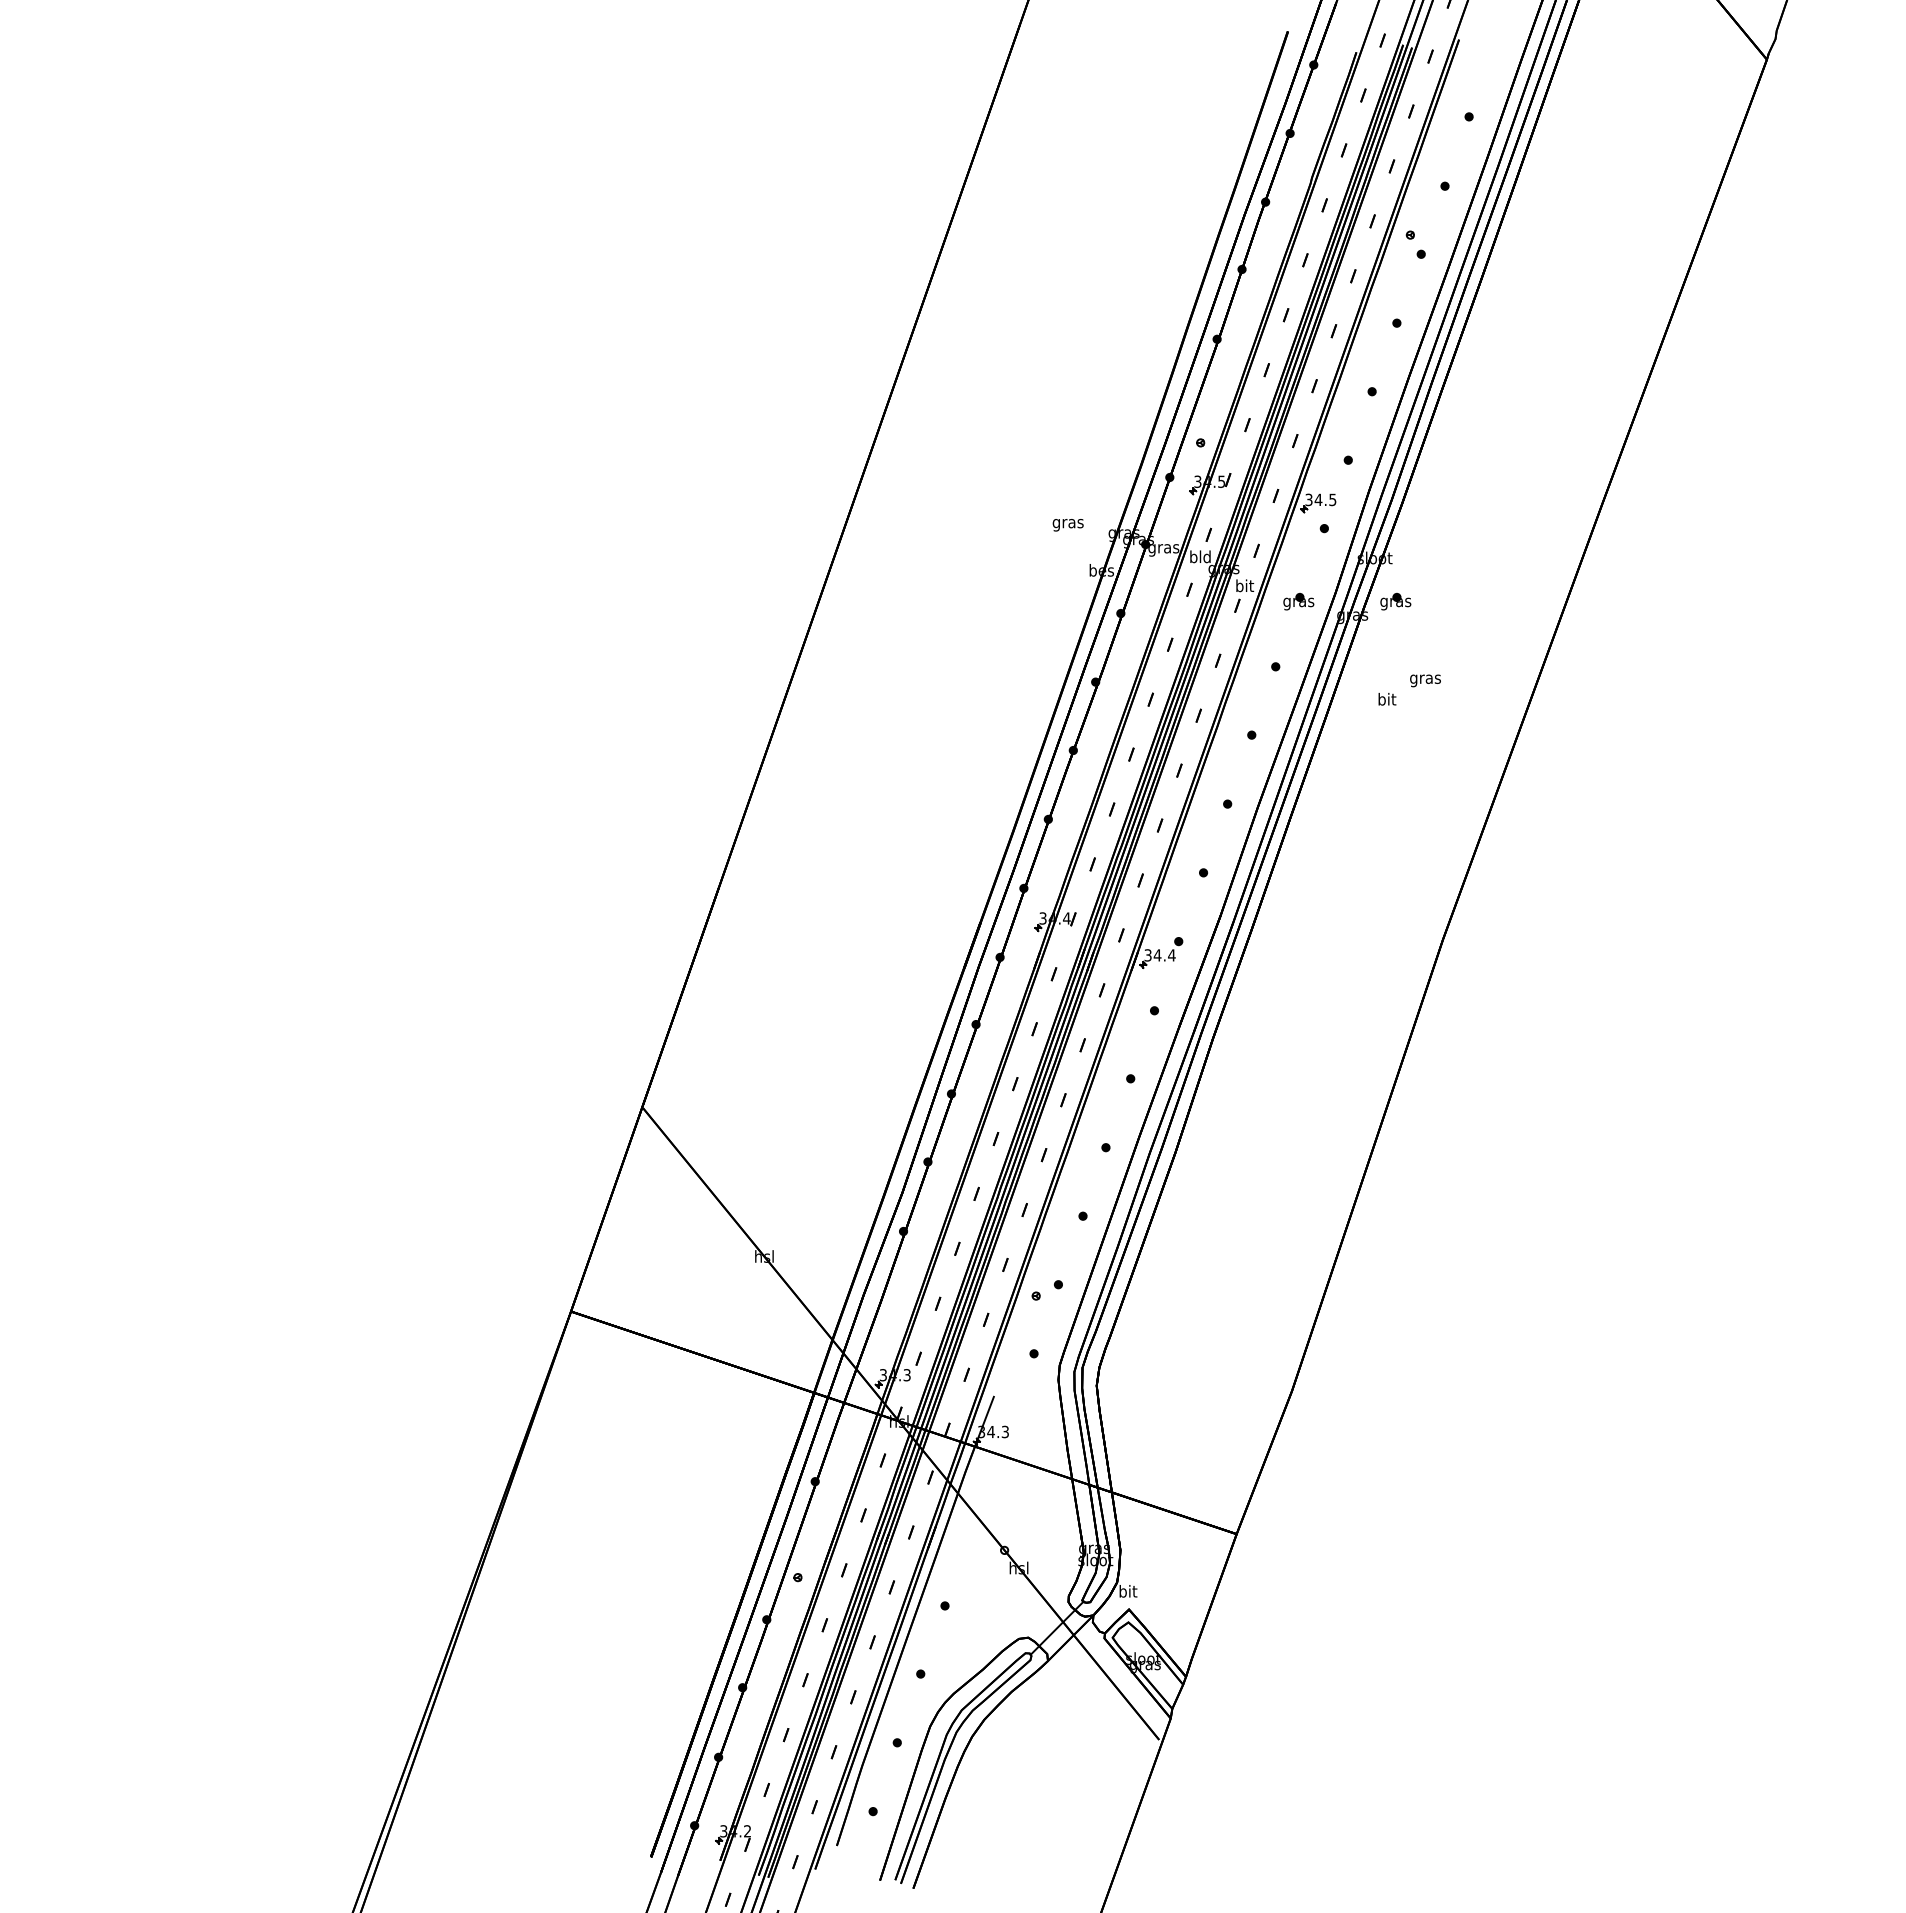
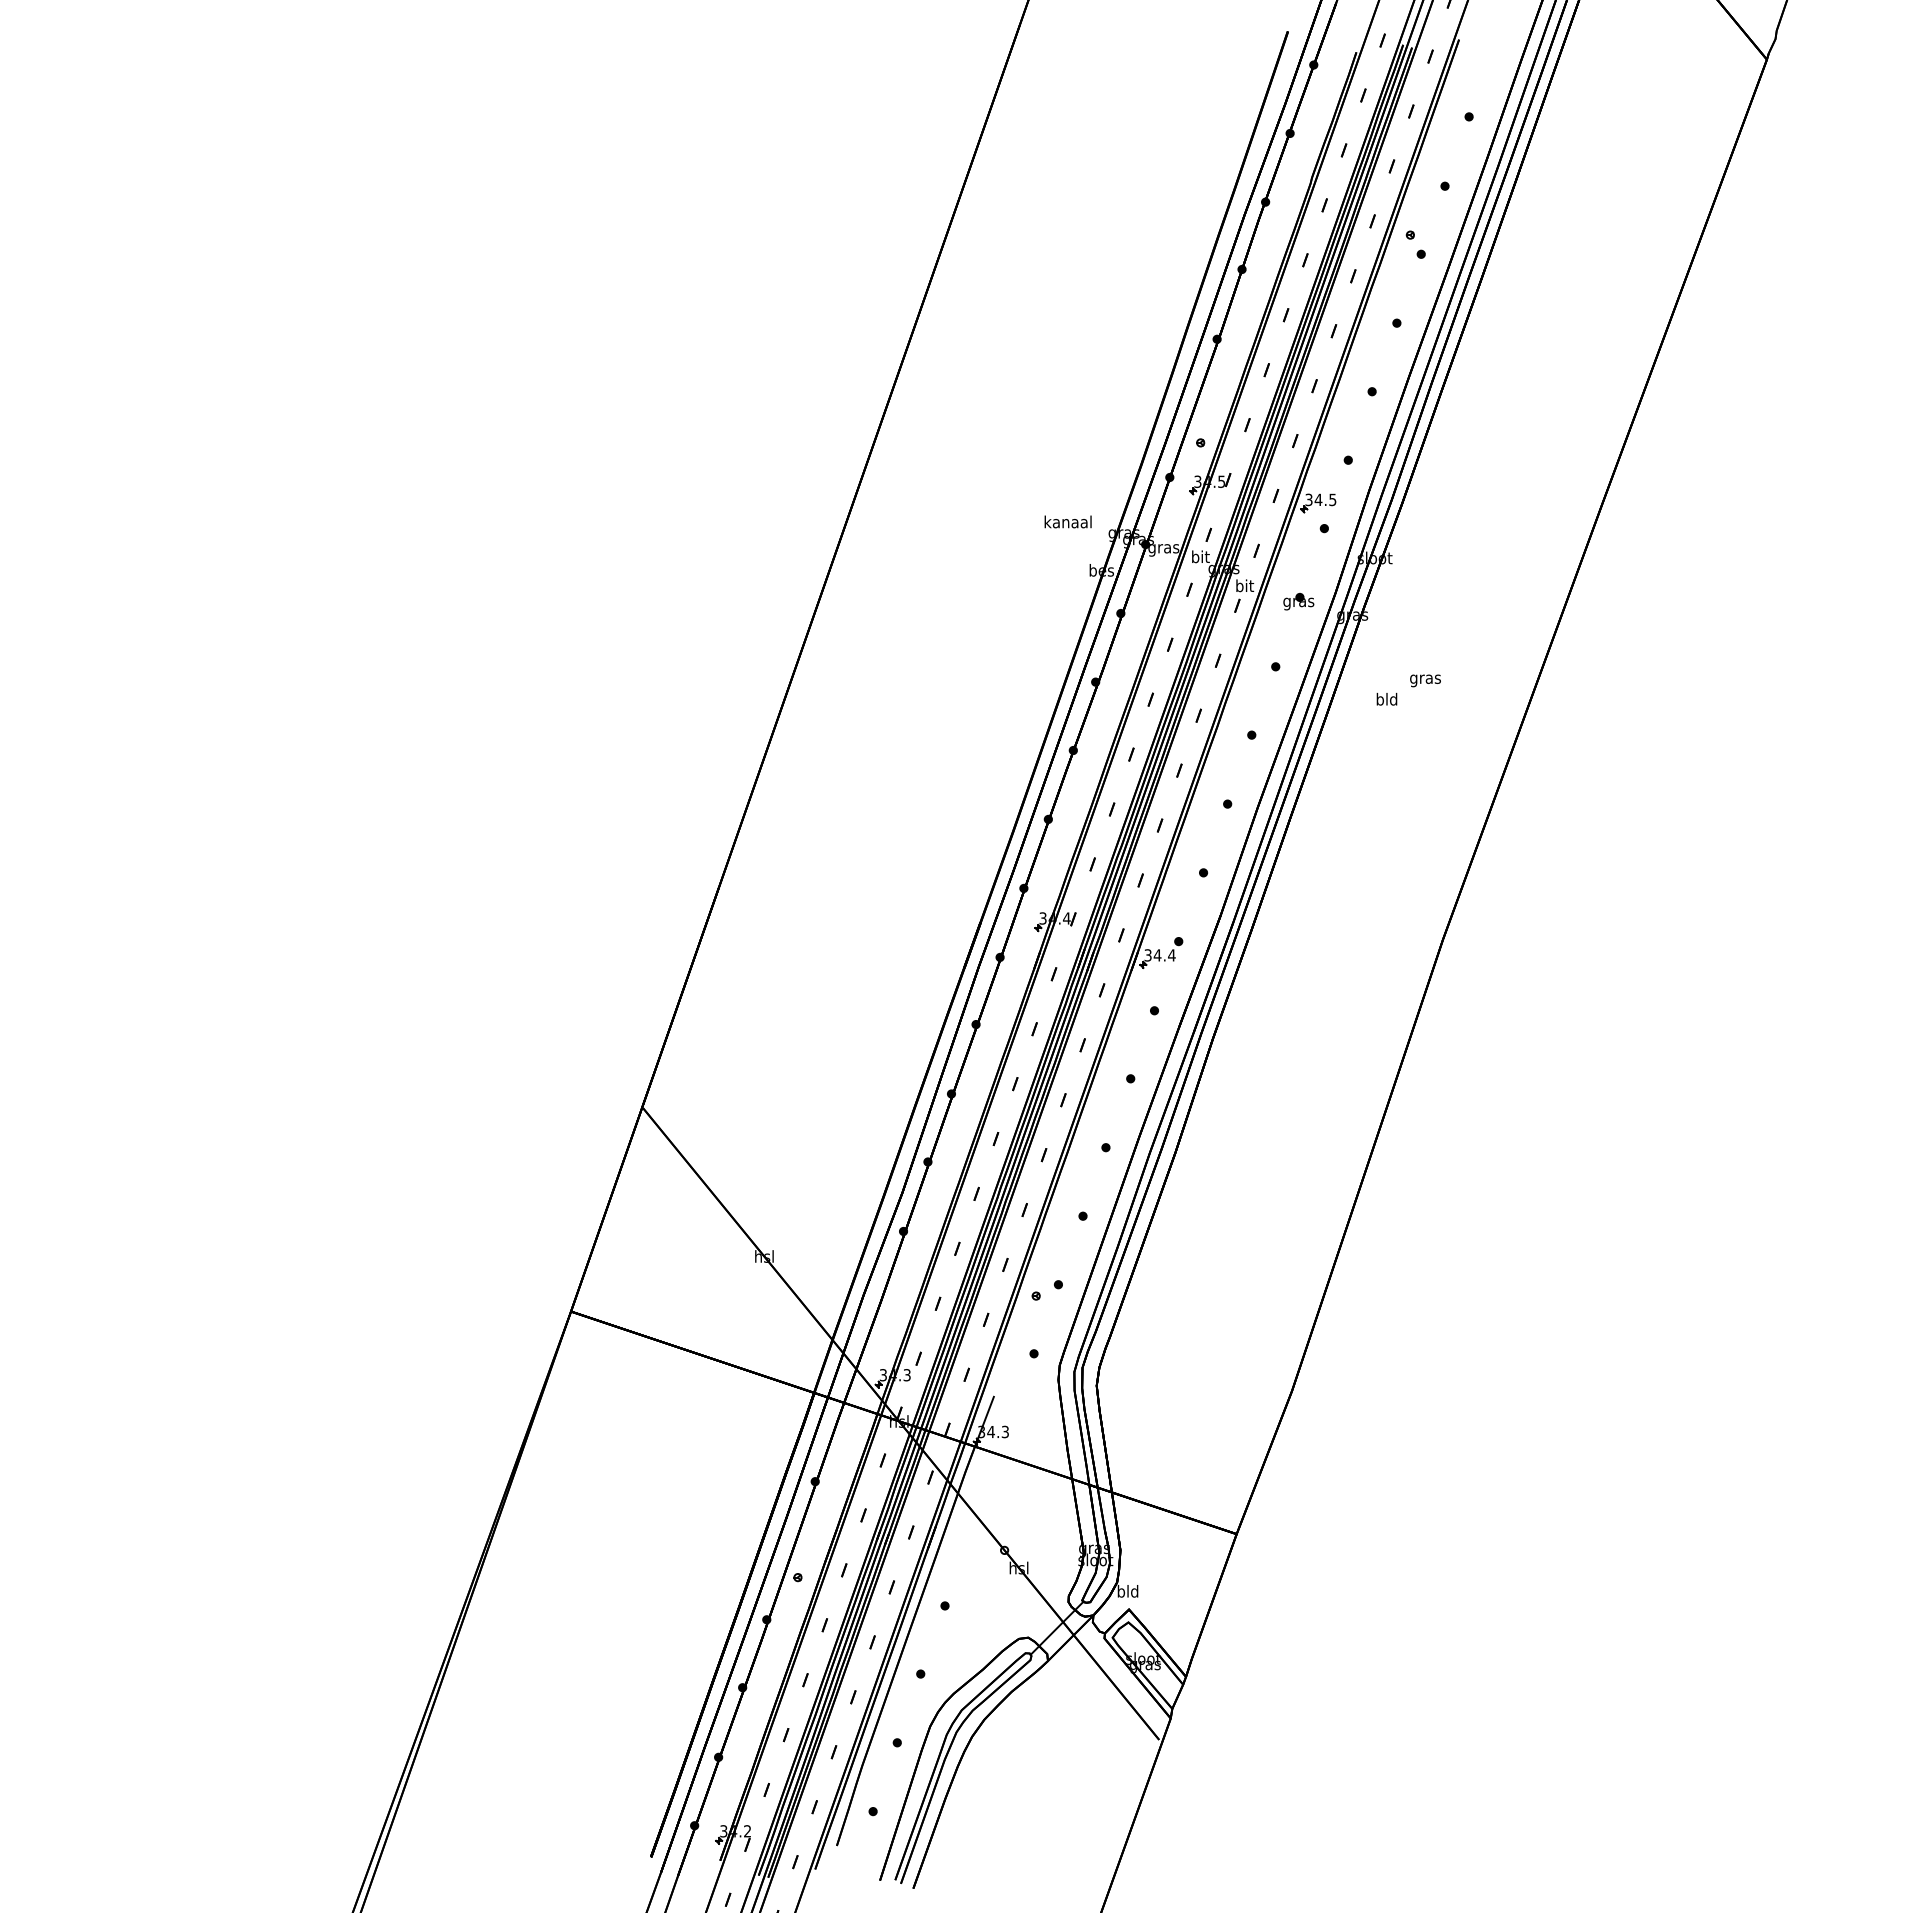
text at (1067, 523): gras -> kanaal
text at (1200, 556): bld -> bit
part at (1395, 601): present -> none
text at (1386, 698): bit -> bld
text at (1127, 1591): bit -> bld
